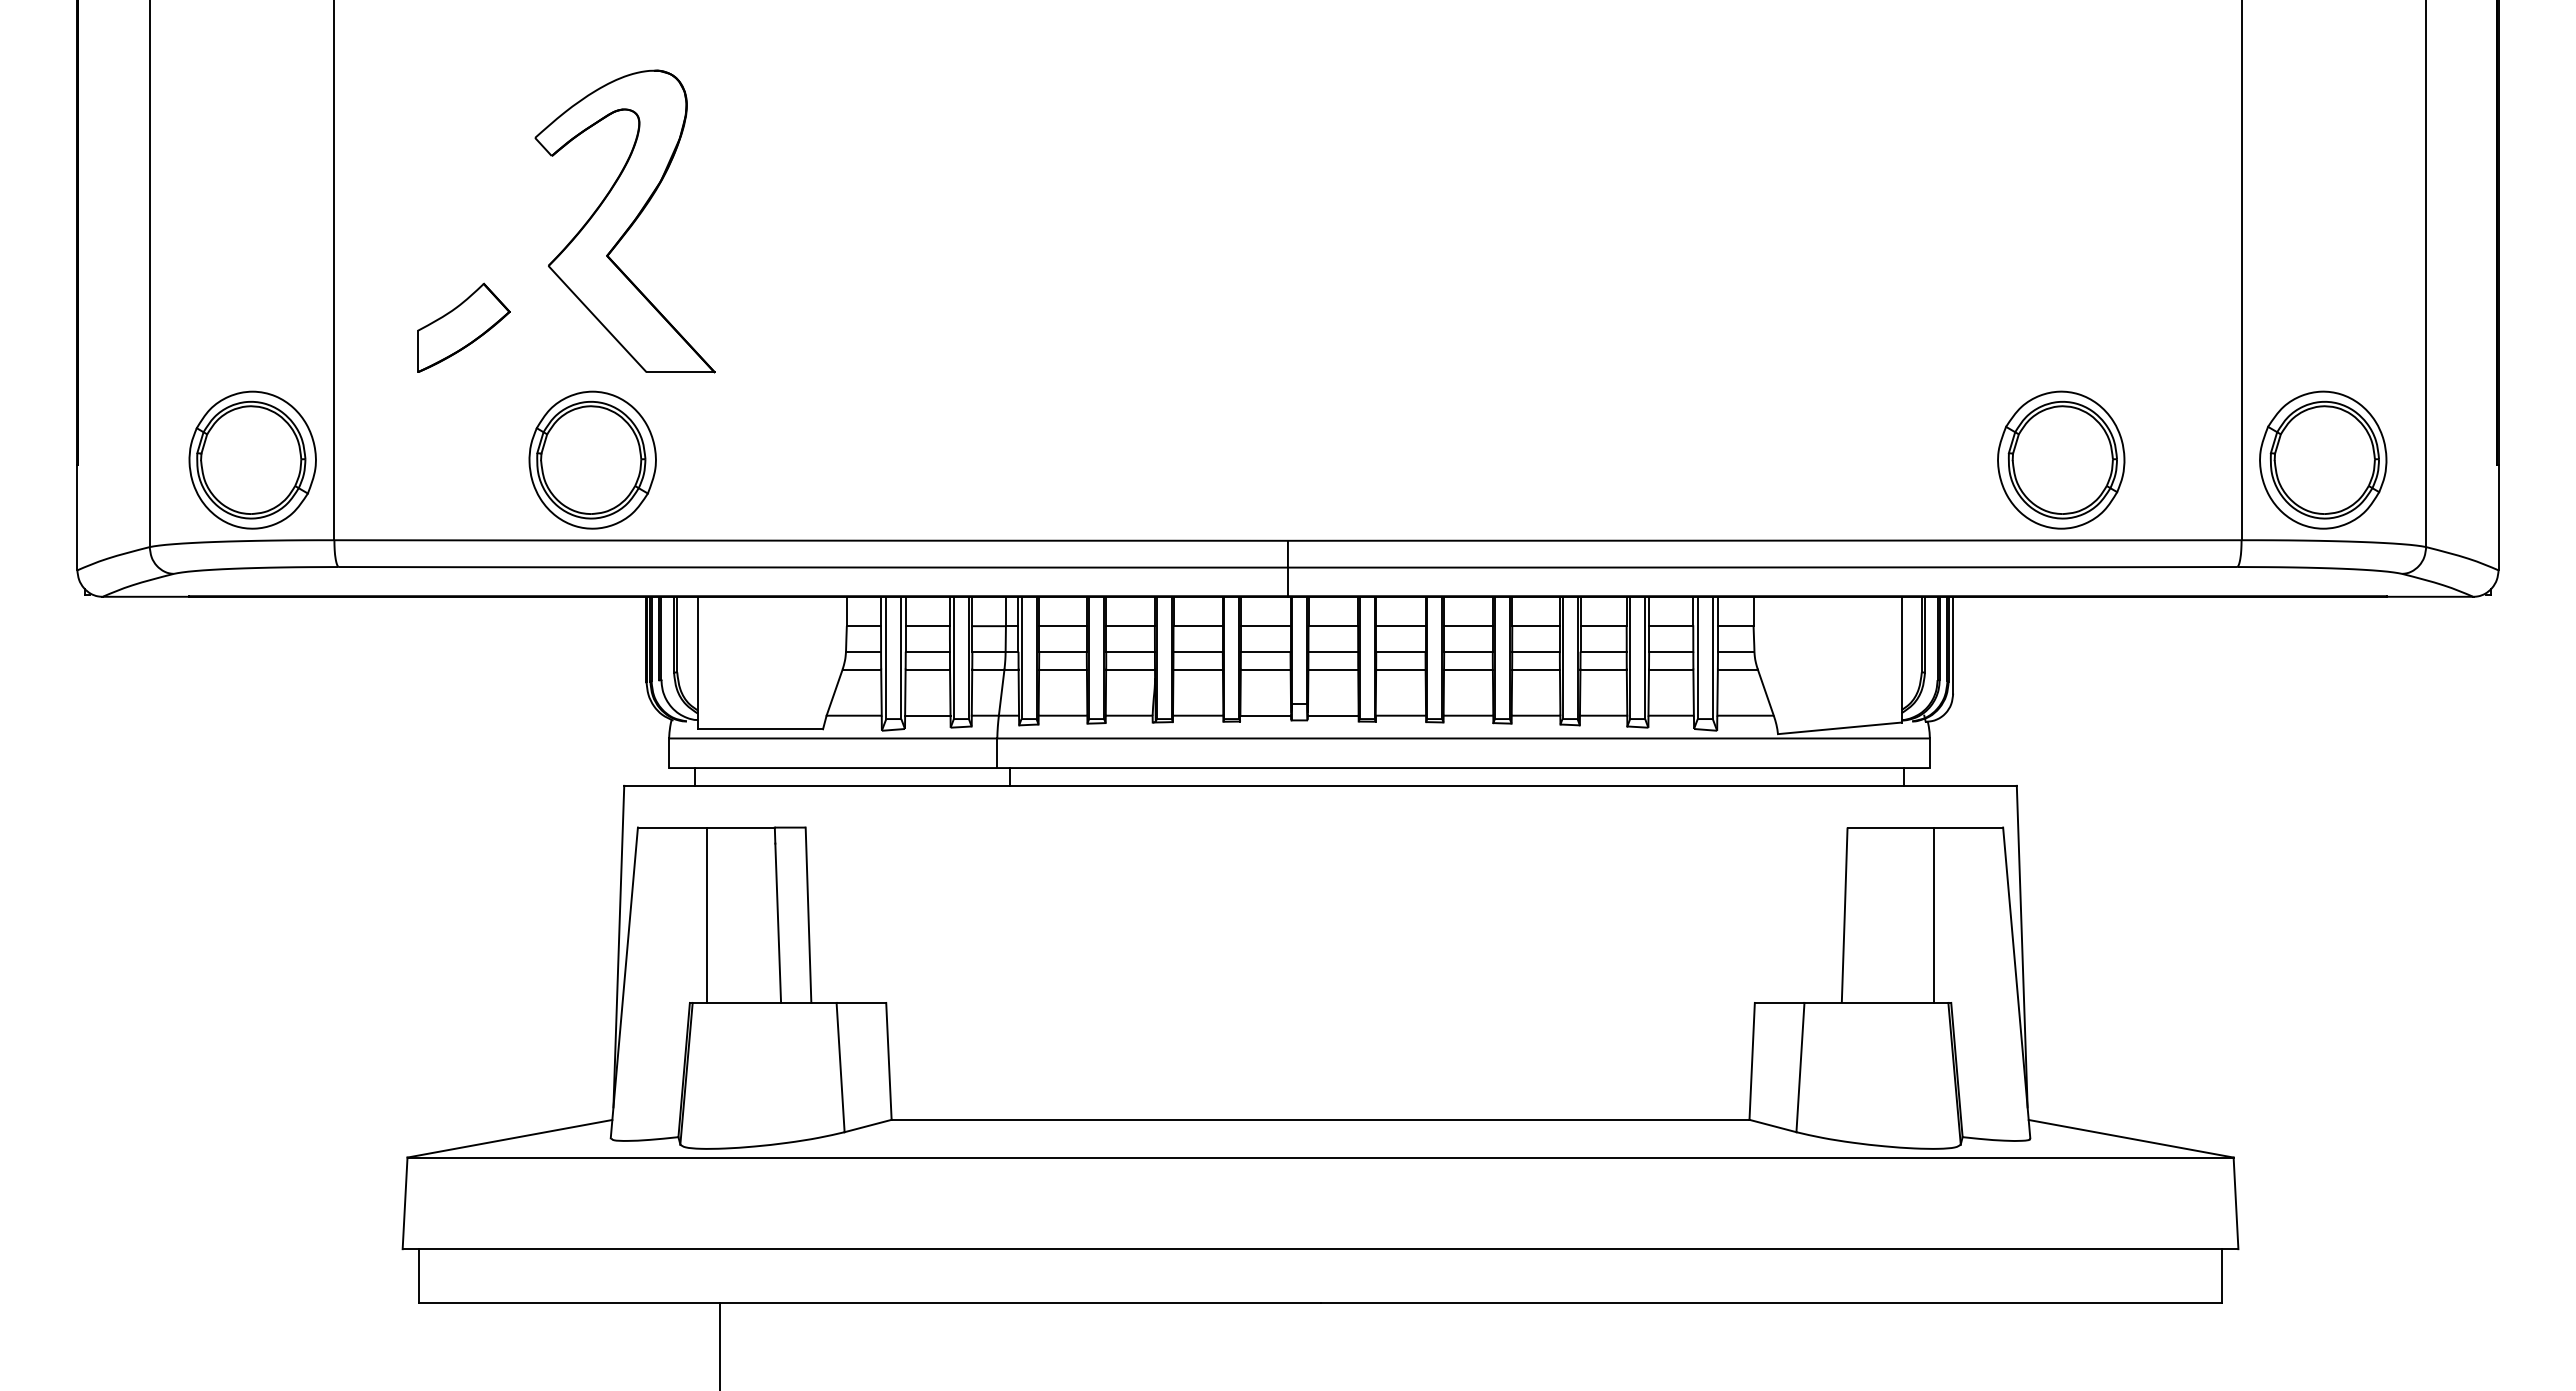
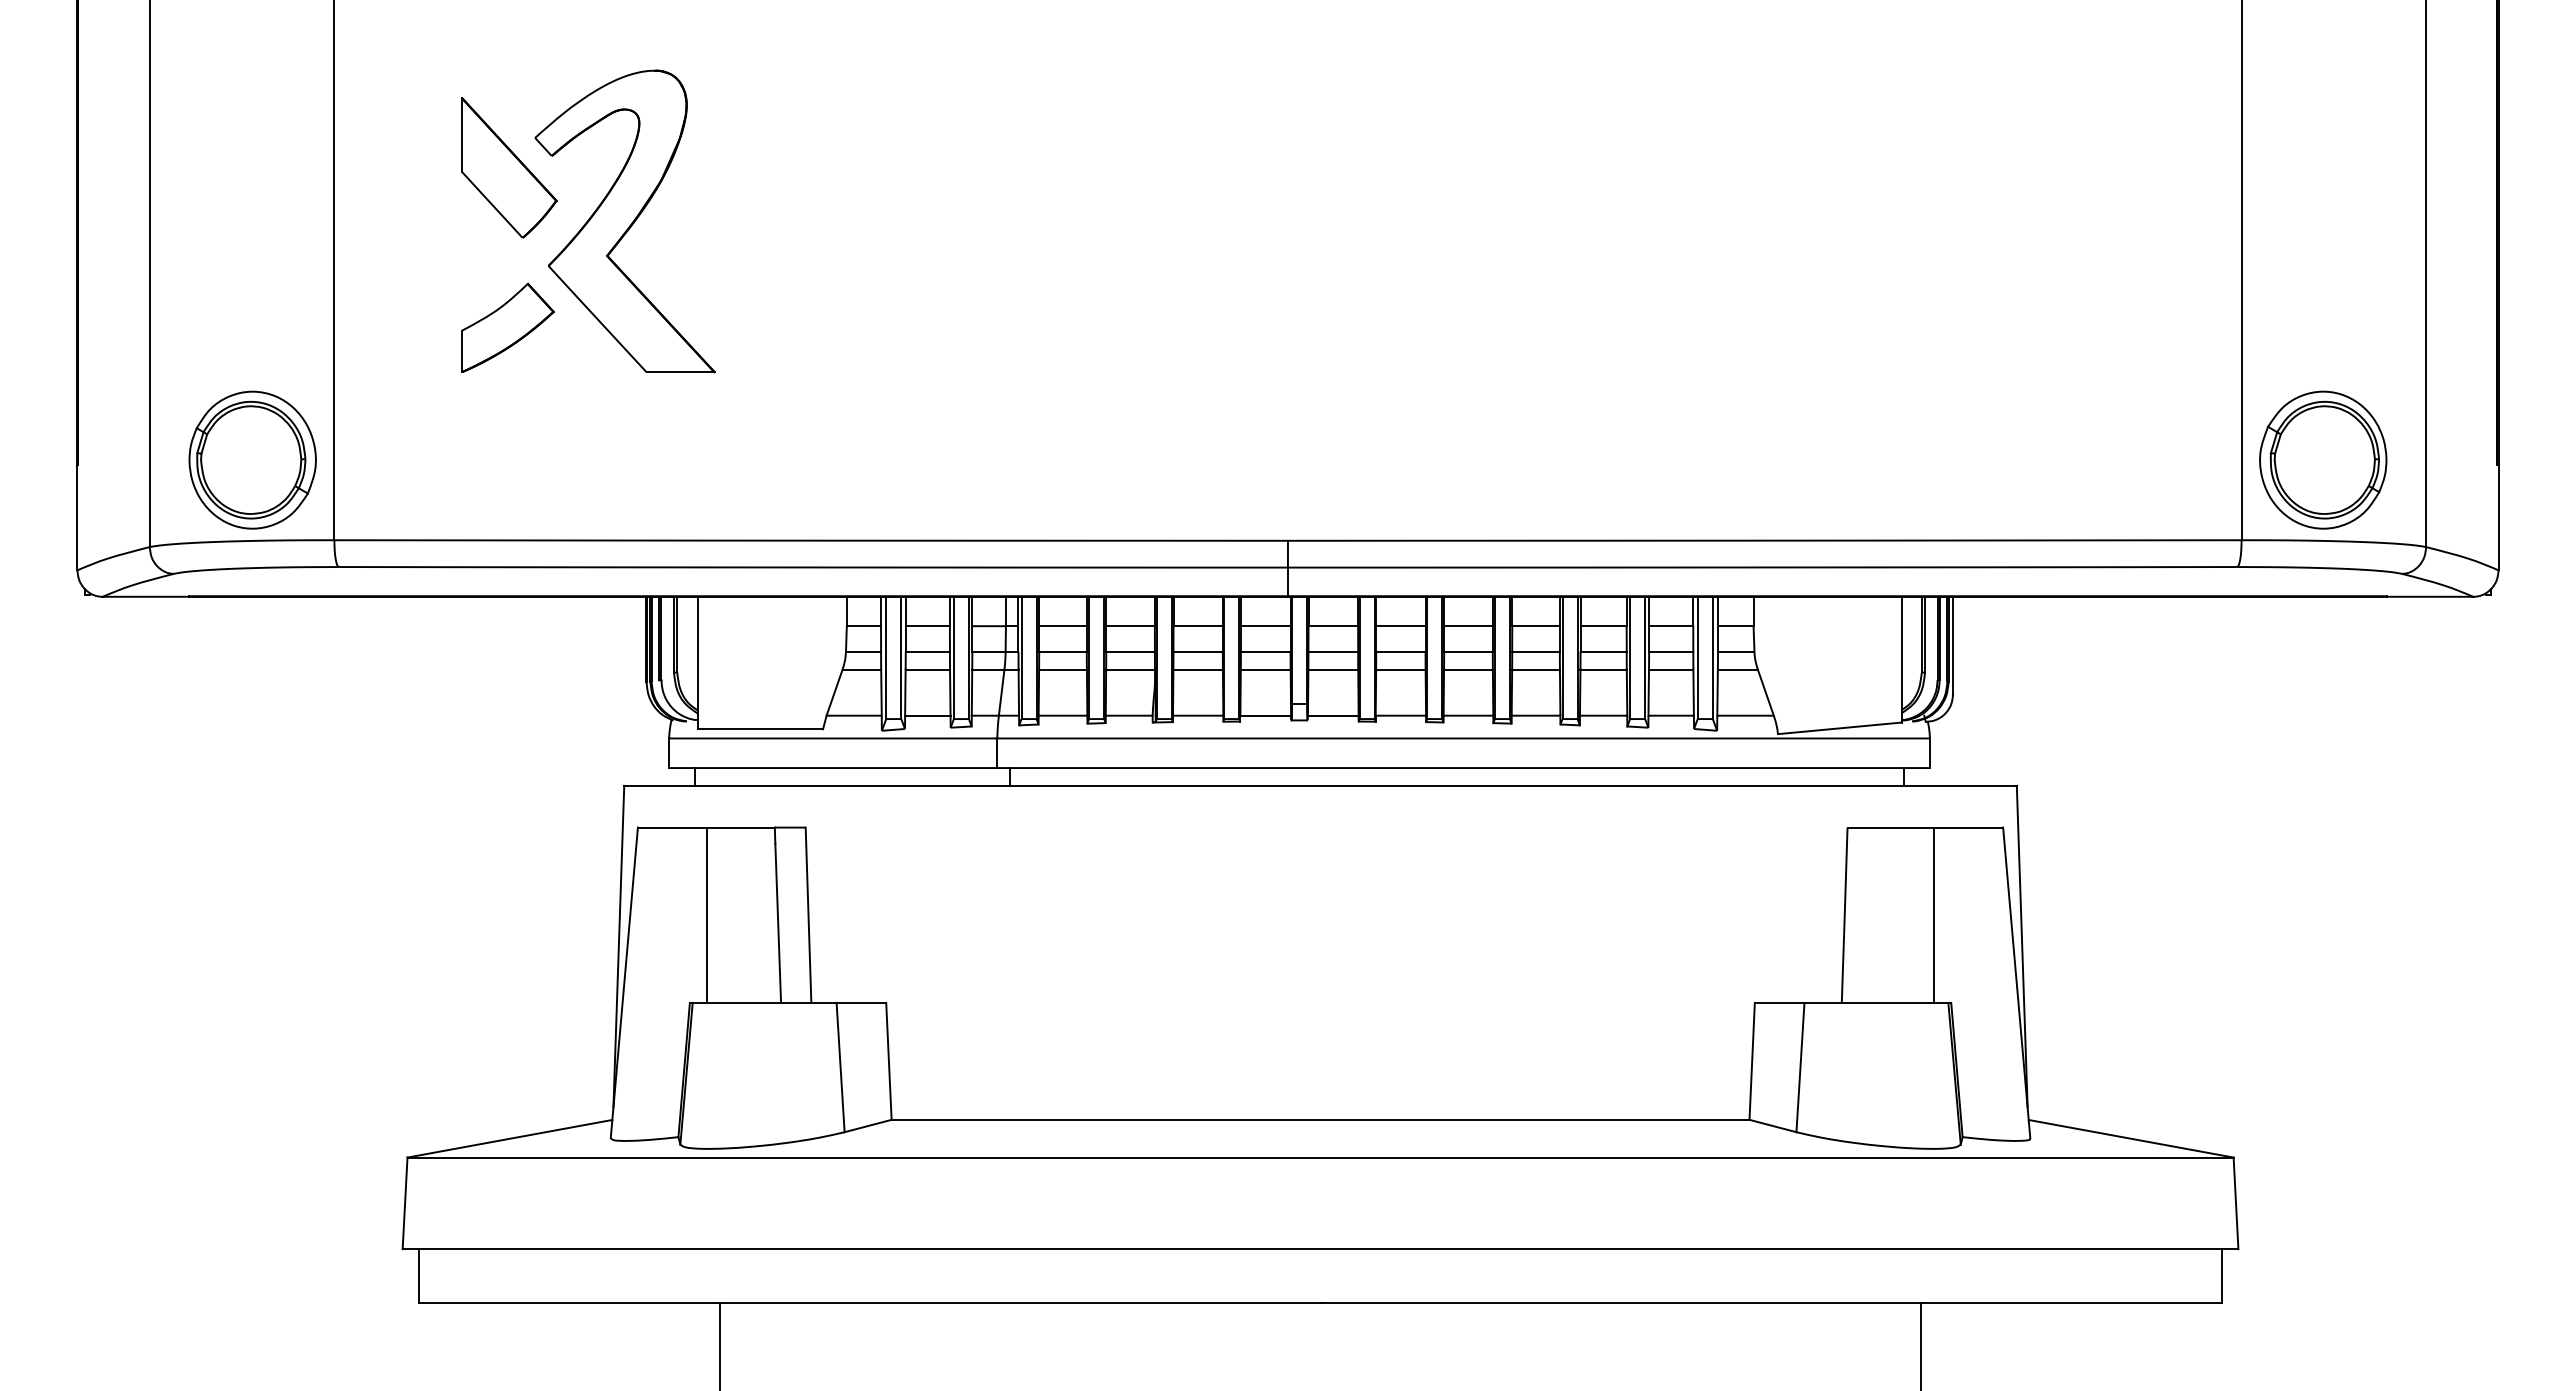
part at (509, 167): none -> present
part at (463, 327) position: (463, 327) -> (507, 327)
part at (592, 459): present -> none
part at (2061, 459): present -> none
line at (1920, 1345): none -> present
